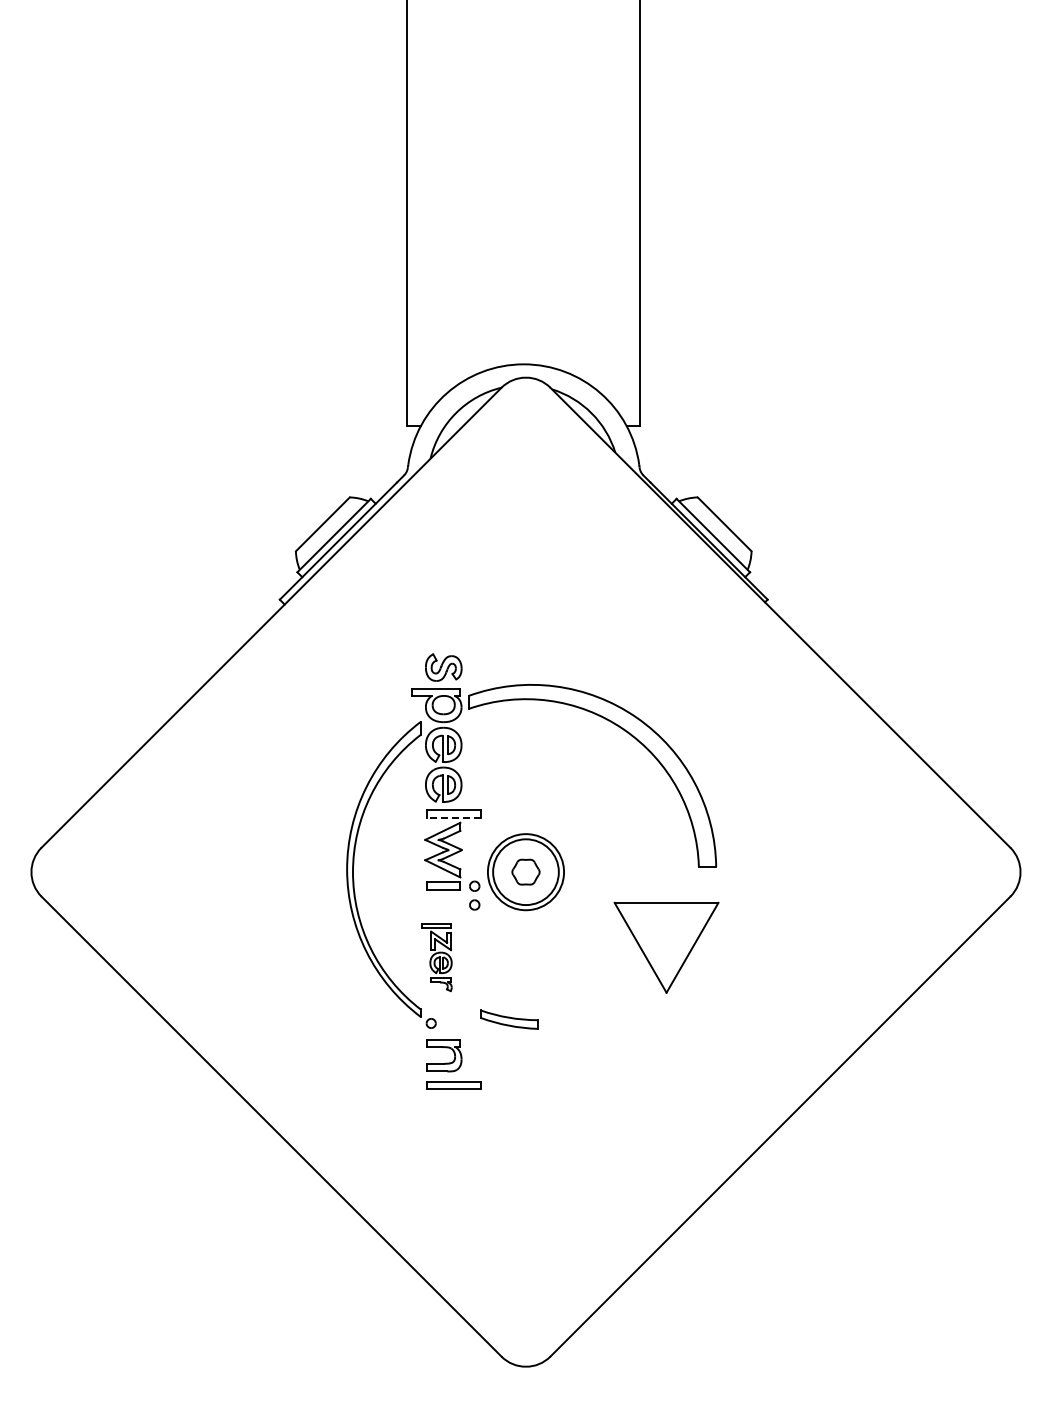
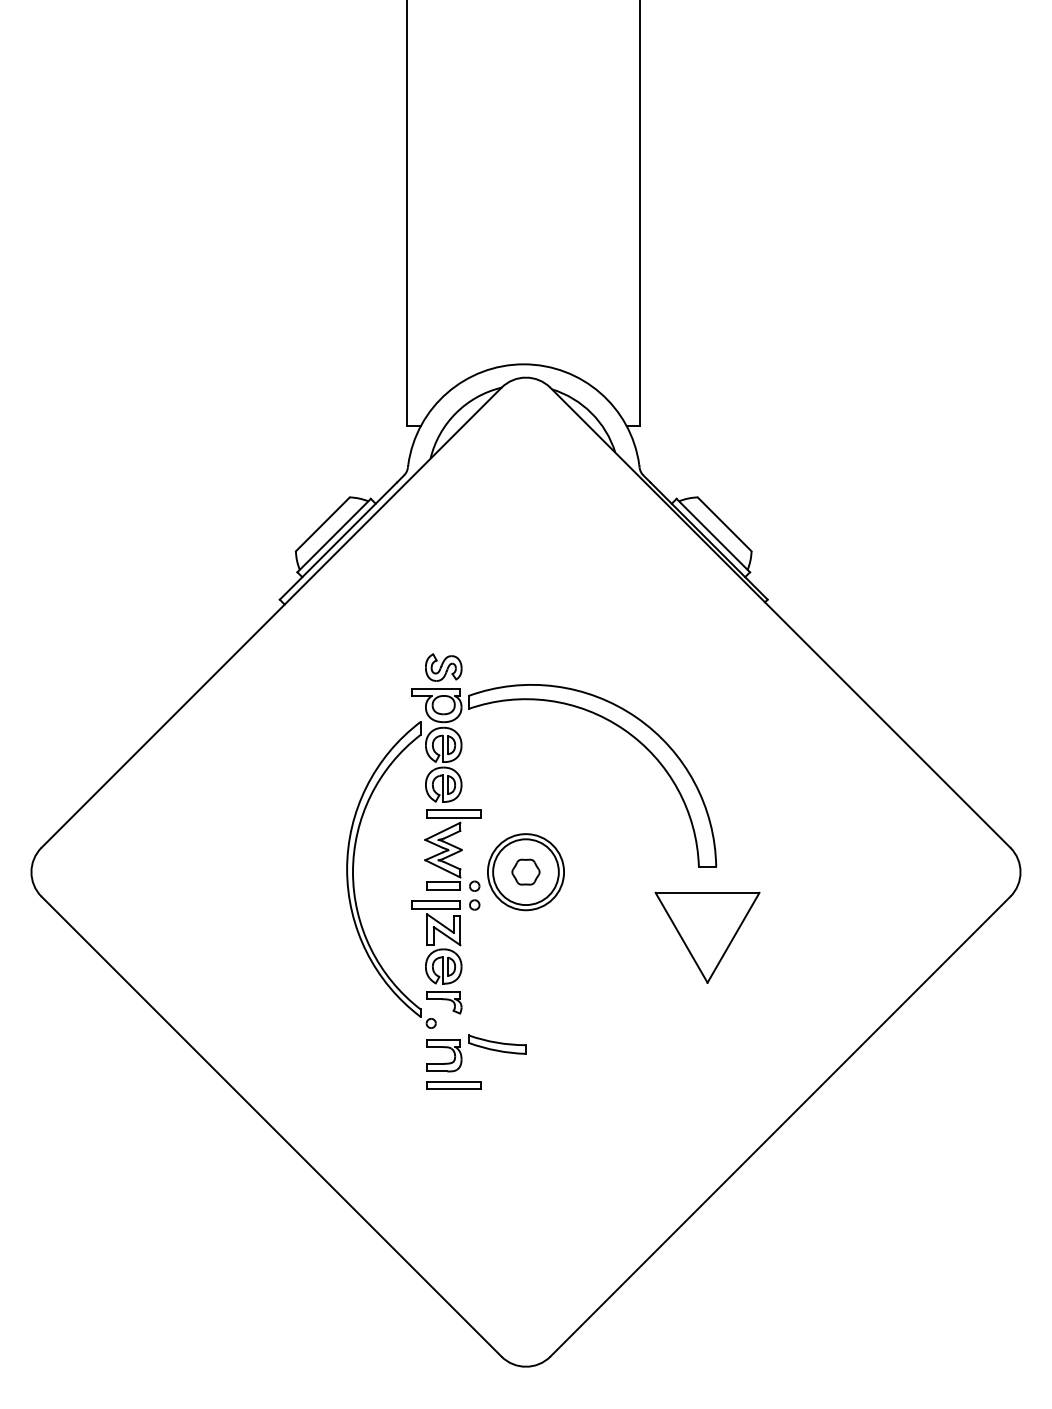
line at (453, 817): dashed -> solid
part at (666, 947) position: (666, 947) -> (707, 937)
part at (436, 957) size: 32x70 px -> 52x115 px
part at (509, 1019) position: (509, 1019) -> (497, 1044)
